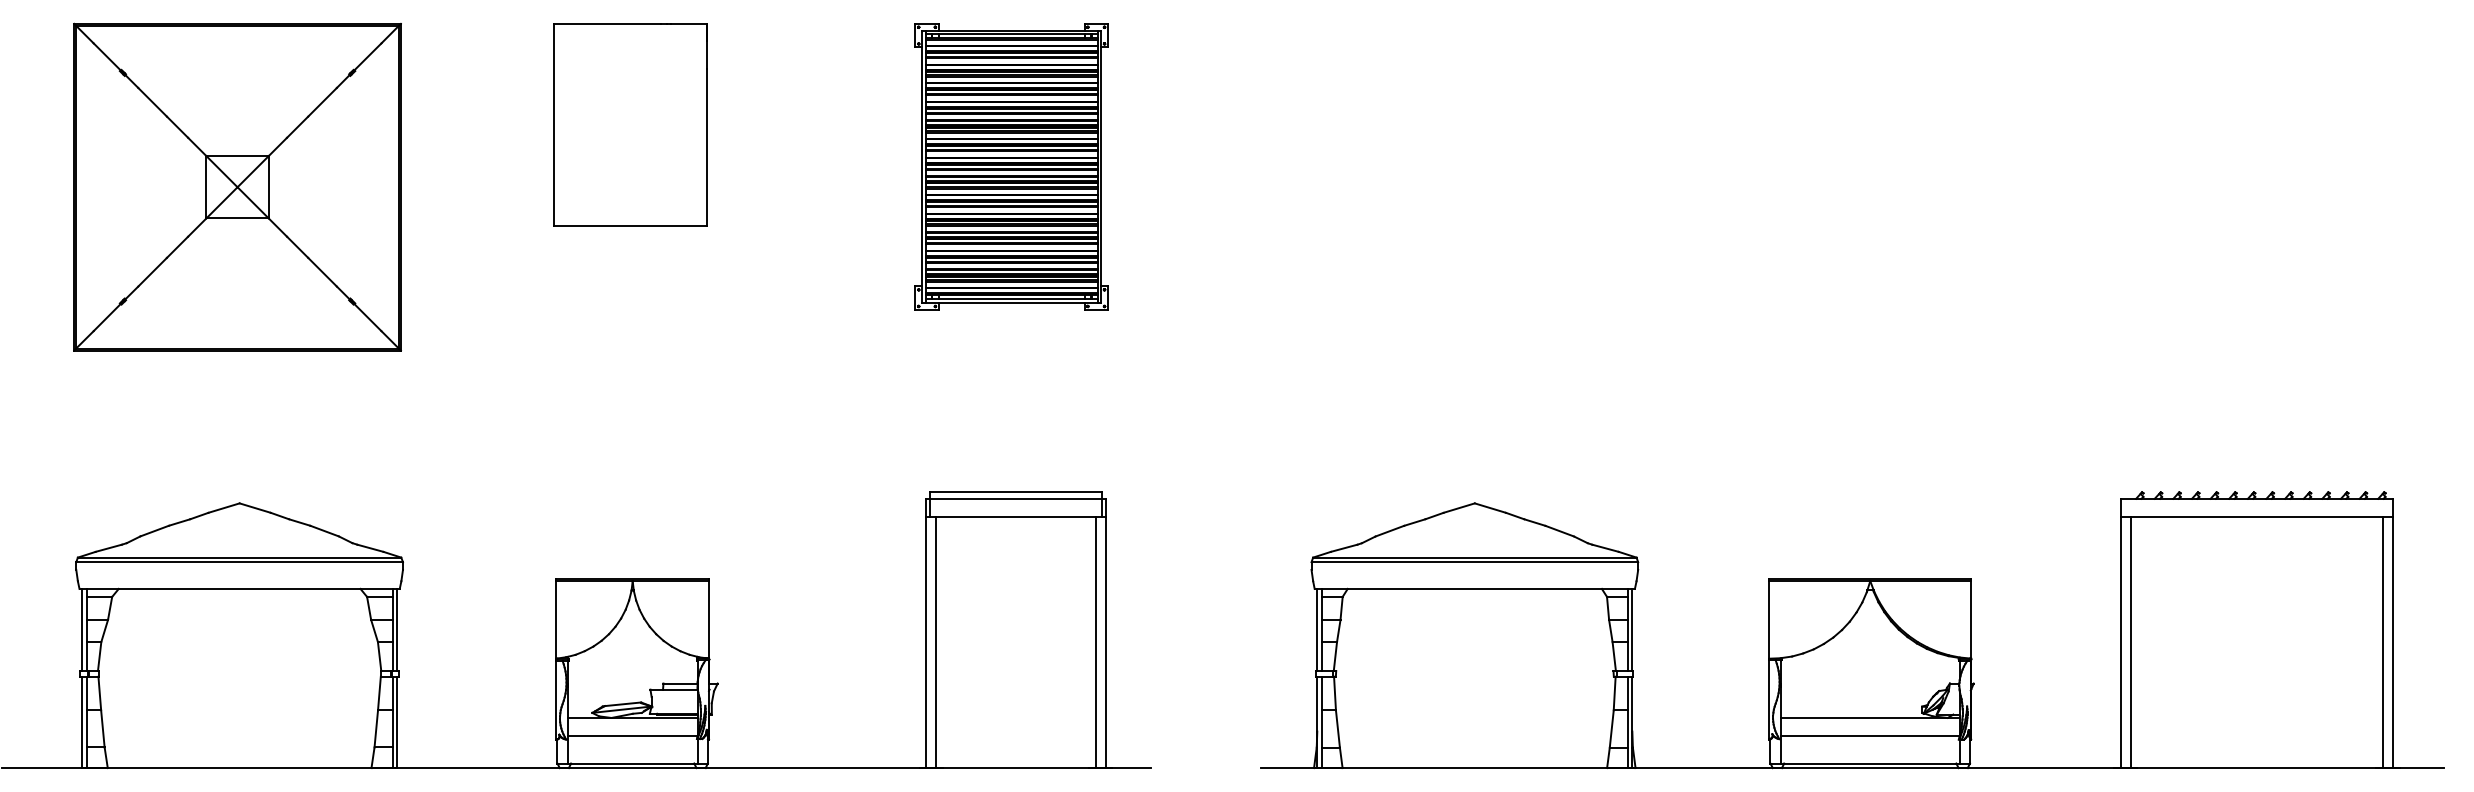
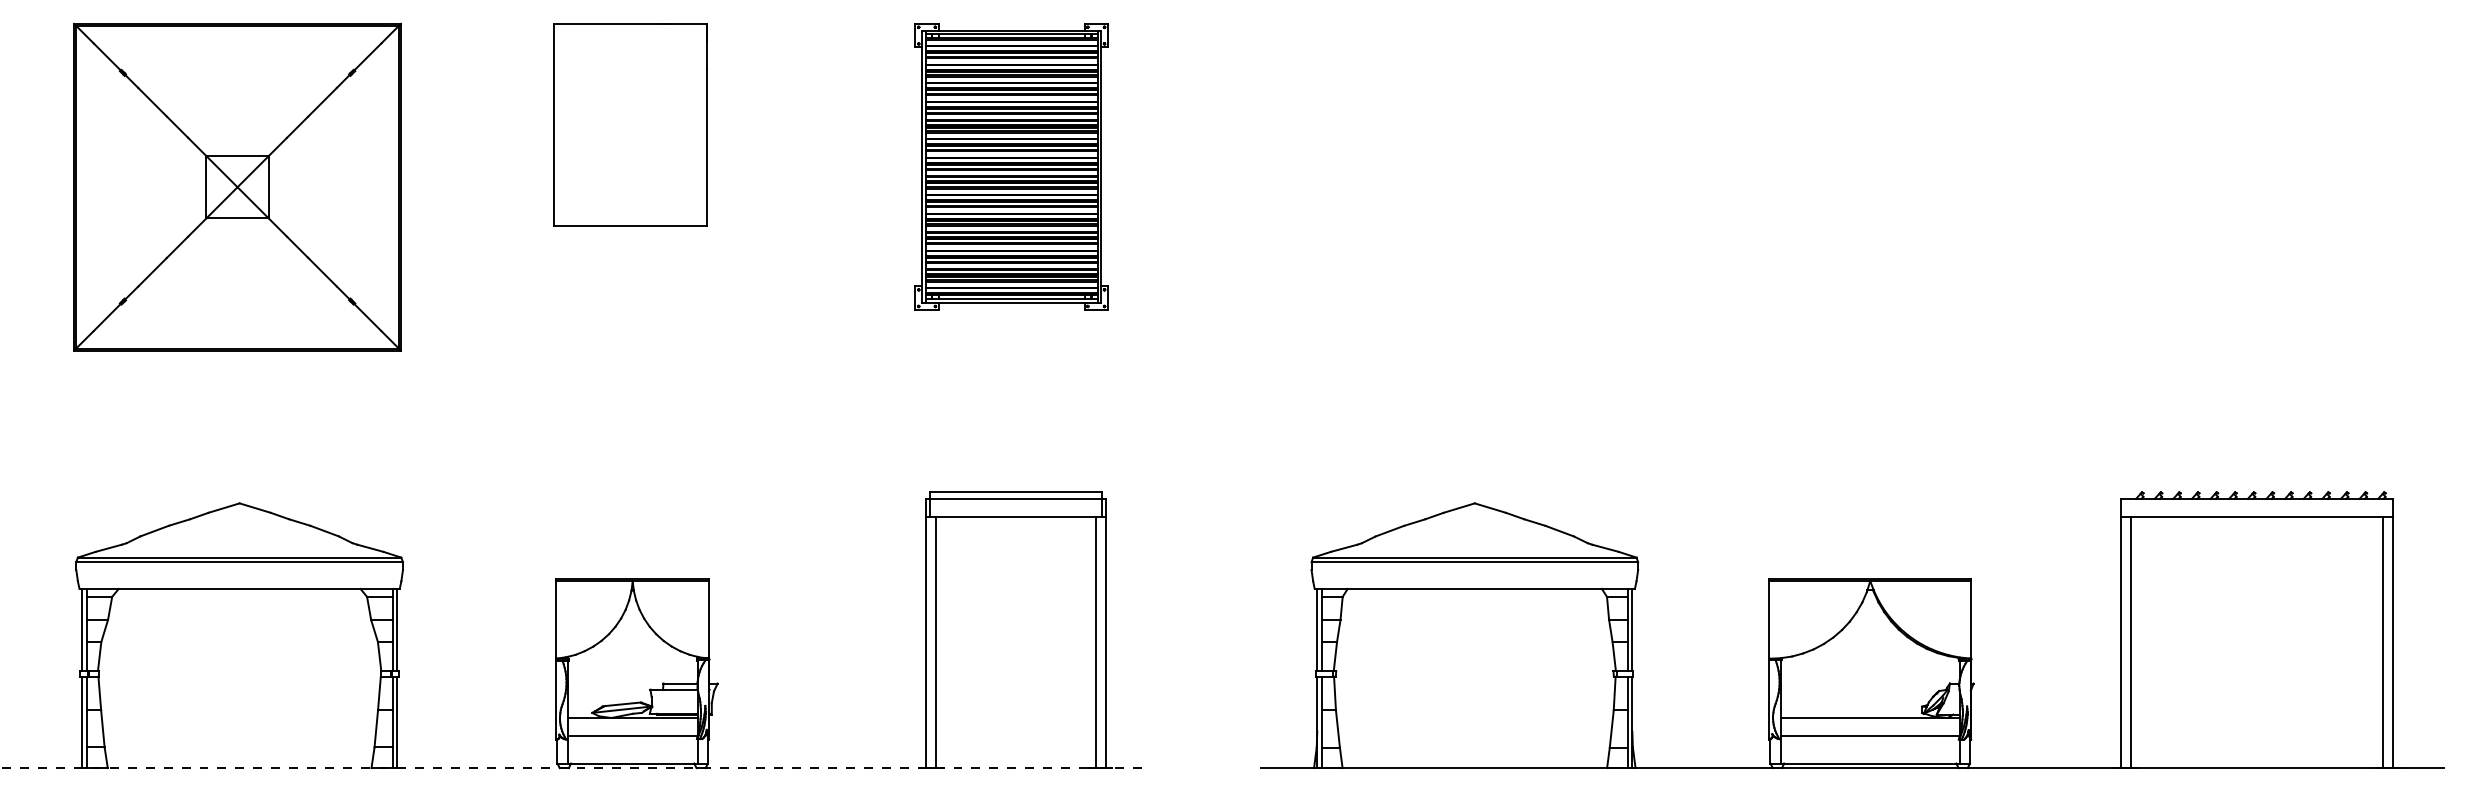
line at (576, 768): solid -> dashed
